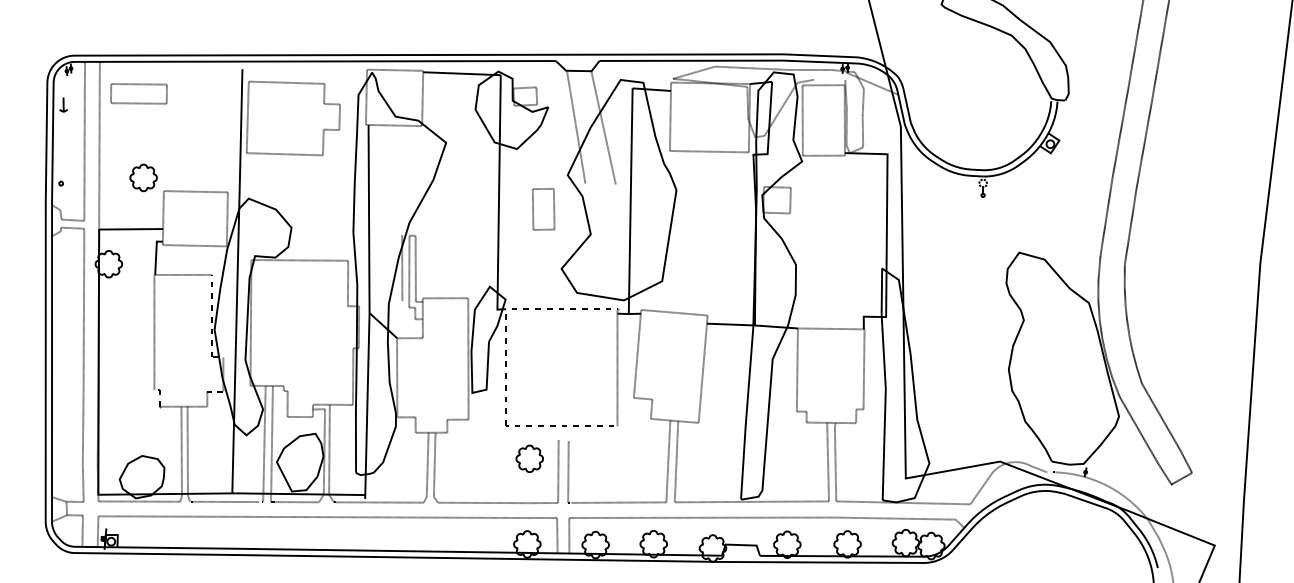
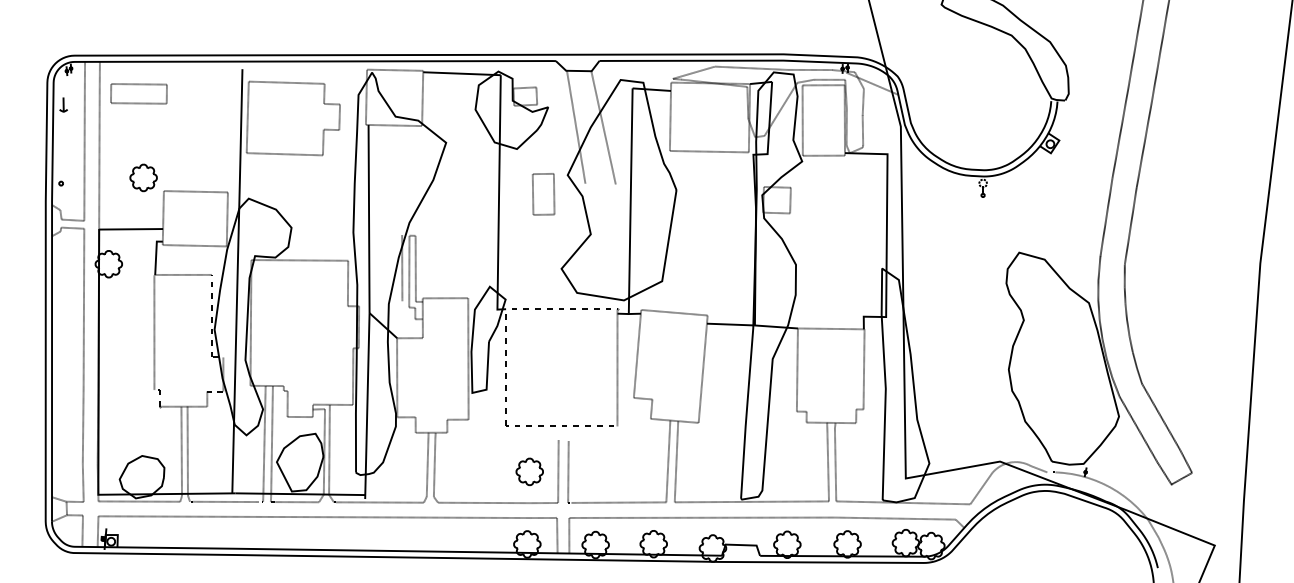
line at (829, 79): none -> present
part at (543, 209) position: (543, 209) -> (543, 194)
part at (529, 458) position: (529, 458) -> (529, 471)
